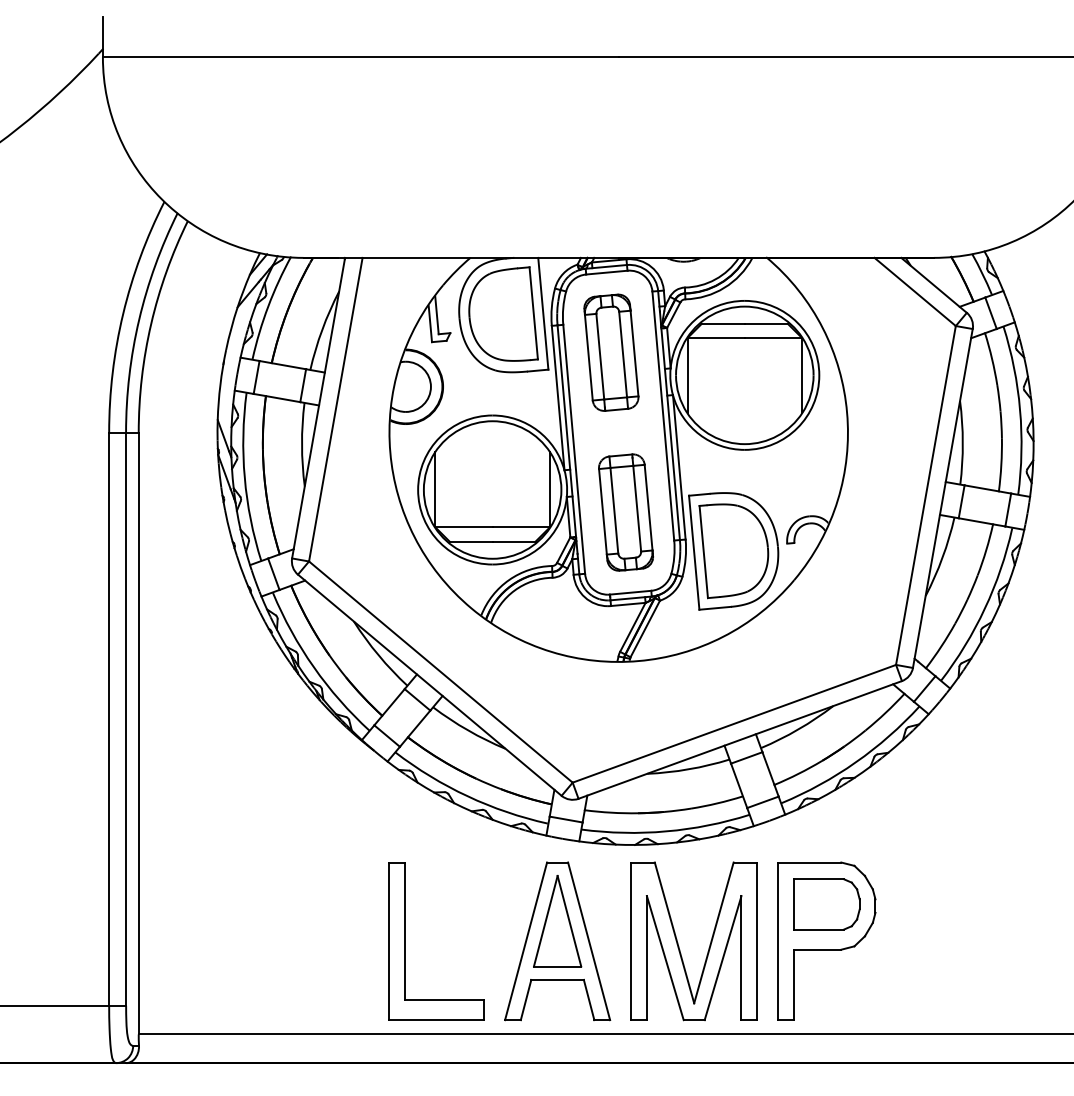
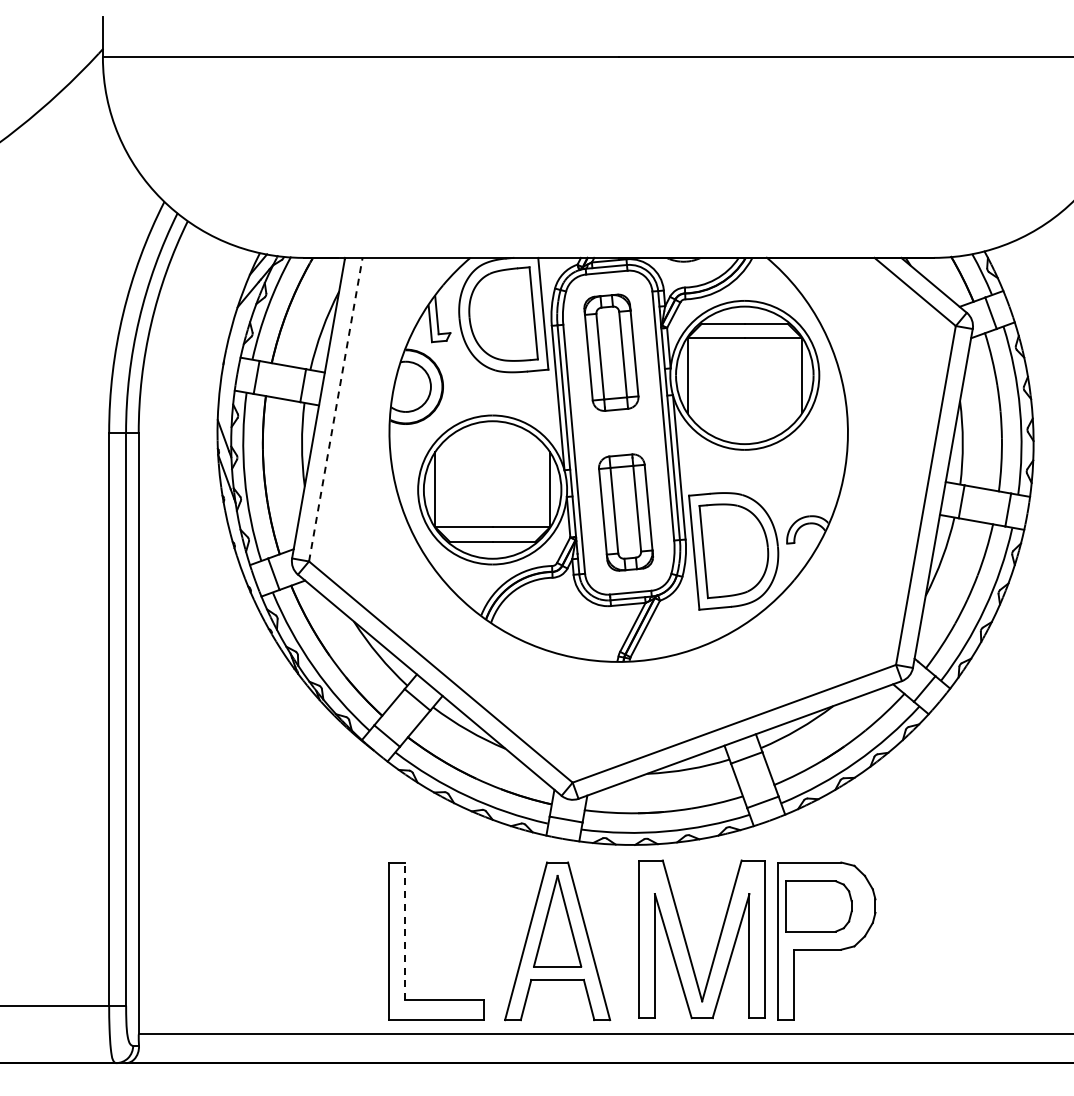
line at (335, 409): solid -> dashed
part at (826, 904) position: (826, 904) -> (818, 906)
line at (405, 931): solid -> dashed
part at (679, 946) position: (679, 946) -> (687, 944)
